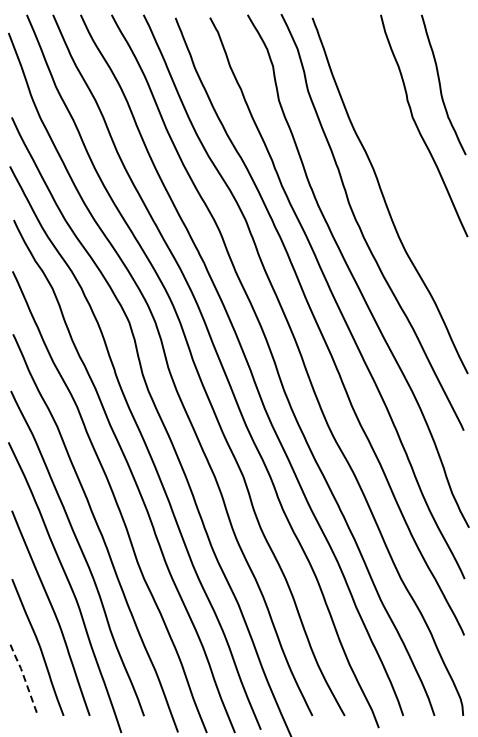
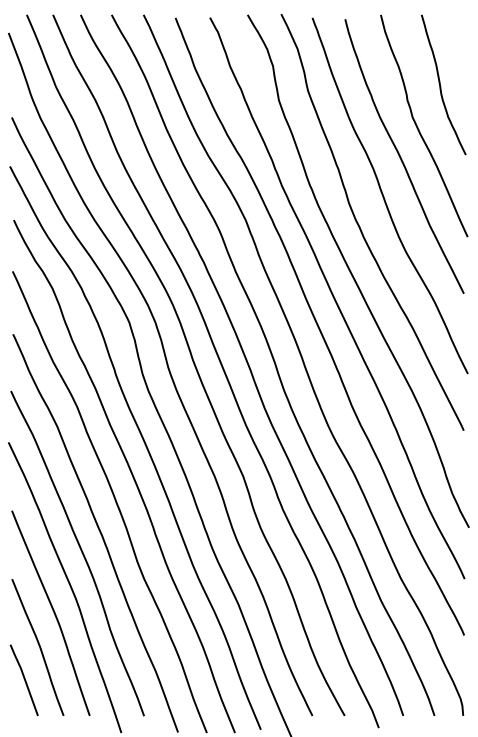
curve at (401, 157): none -> present
line at (24, 678): dashed -> solid
